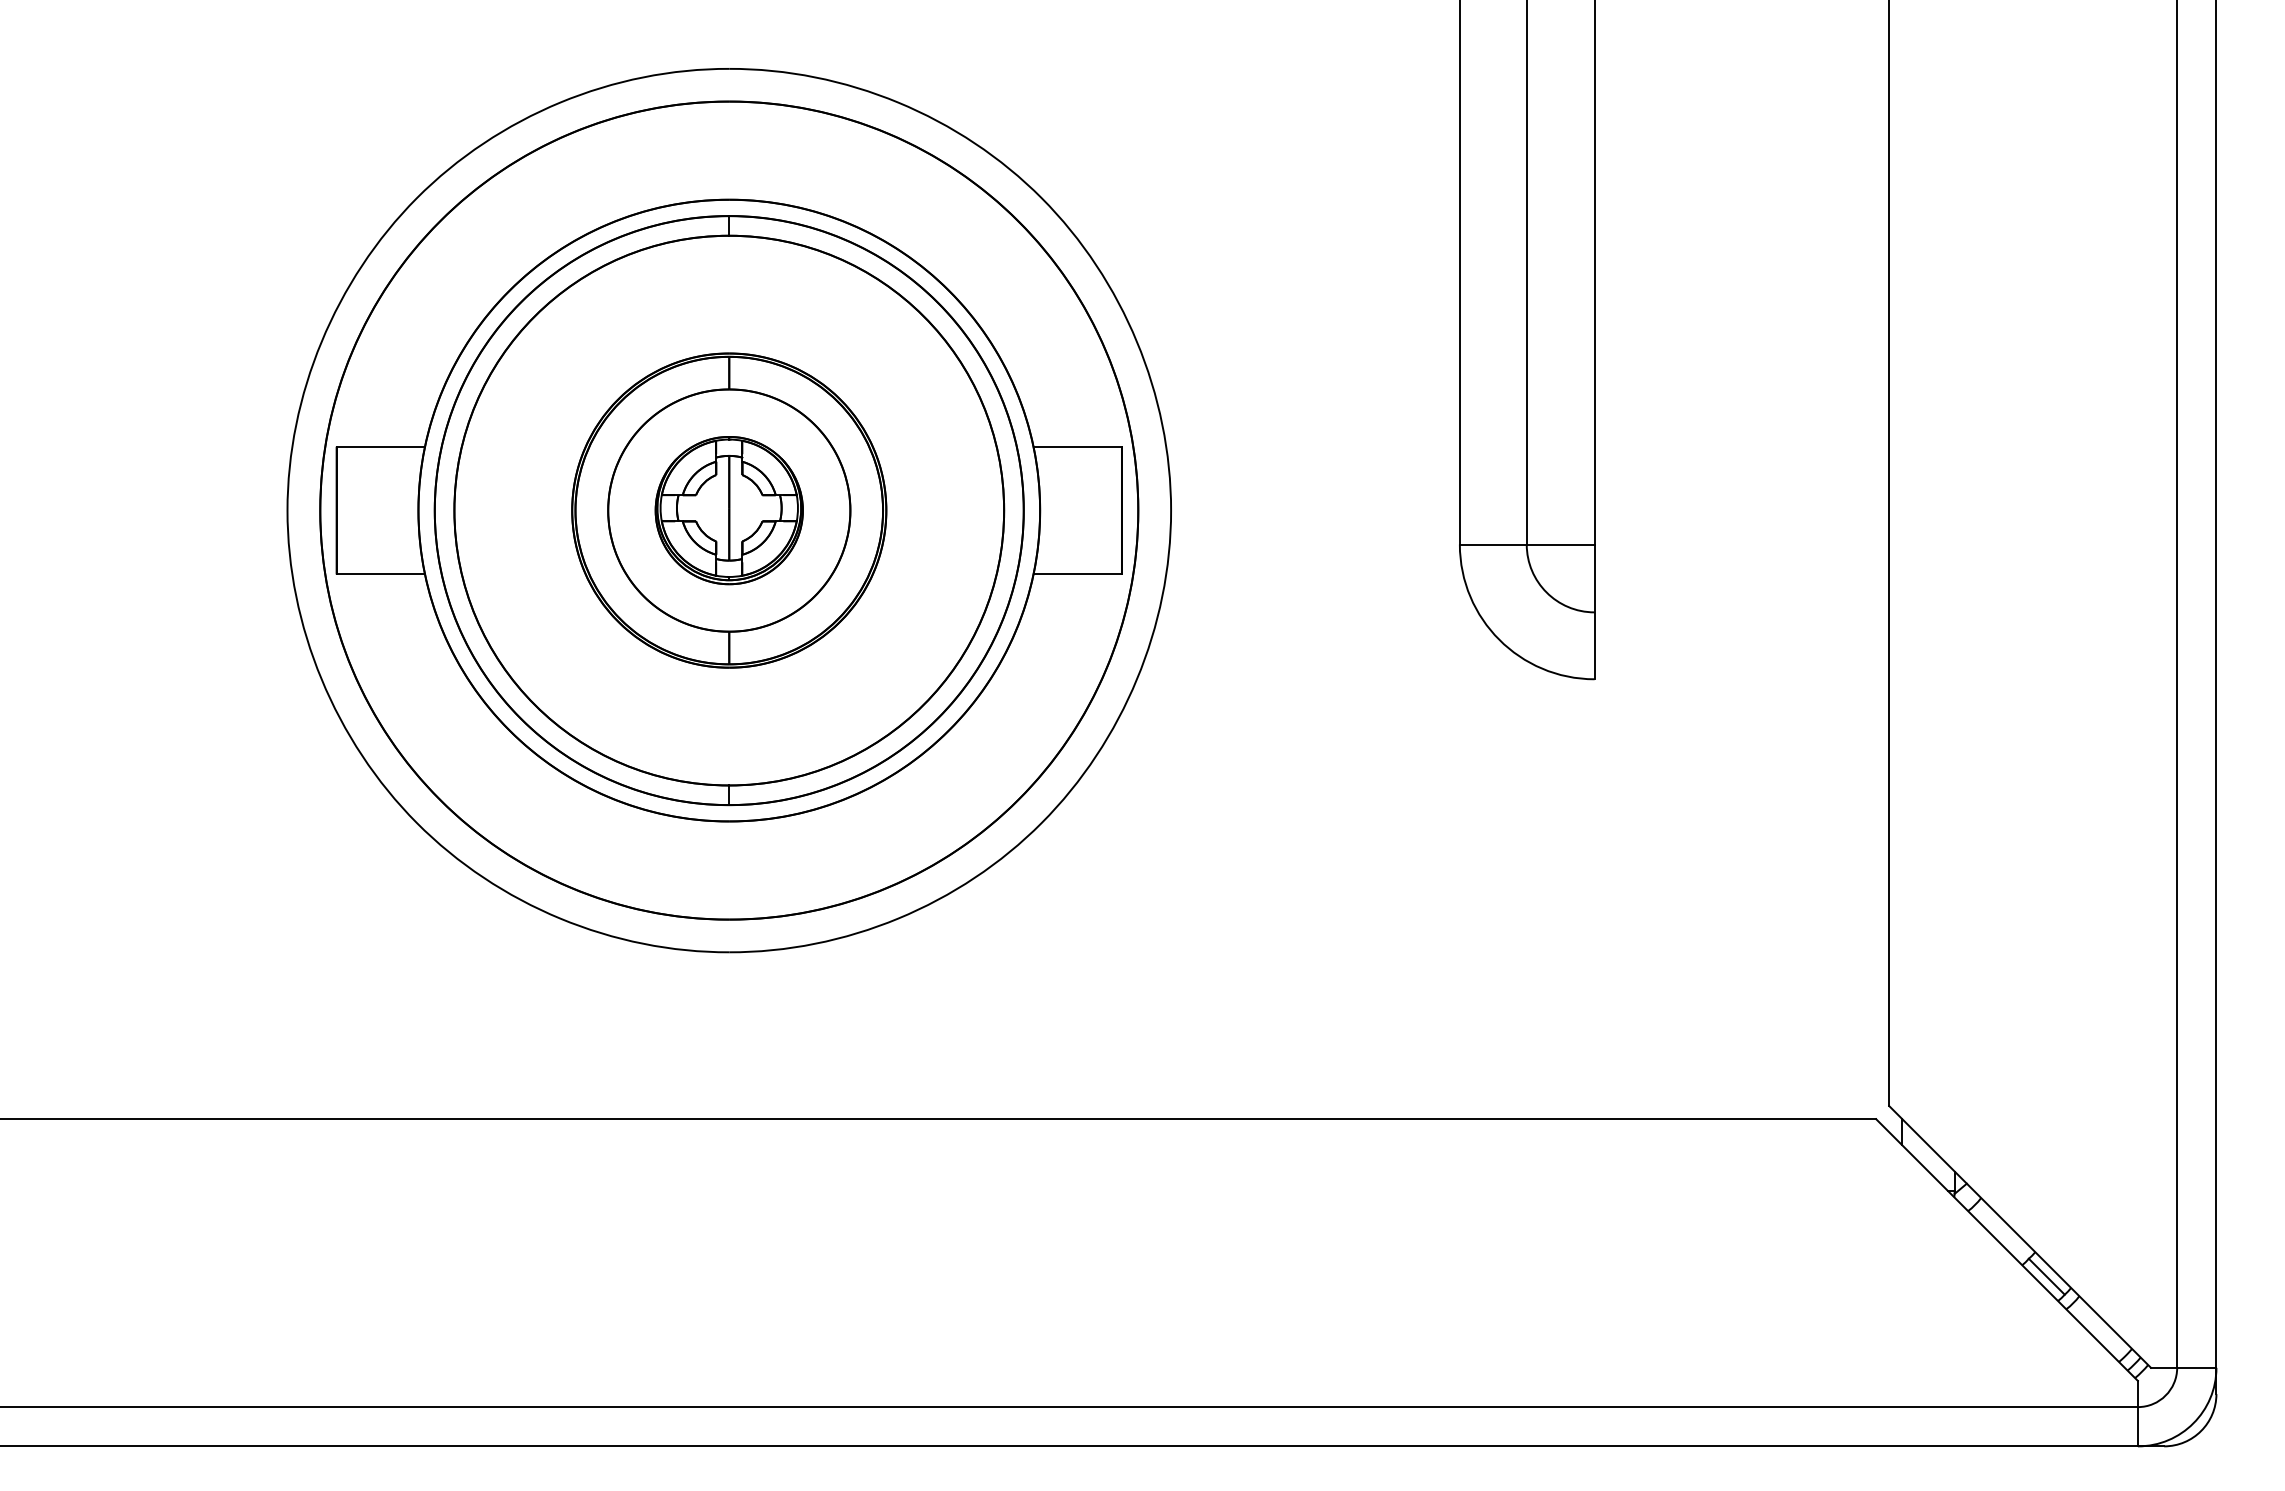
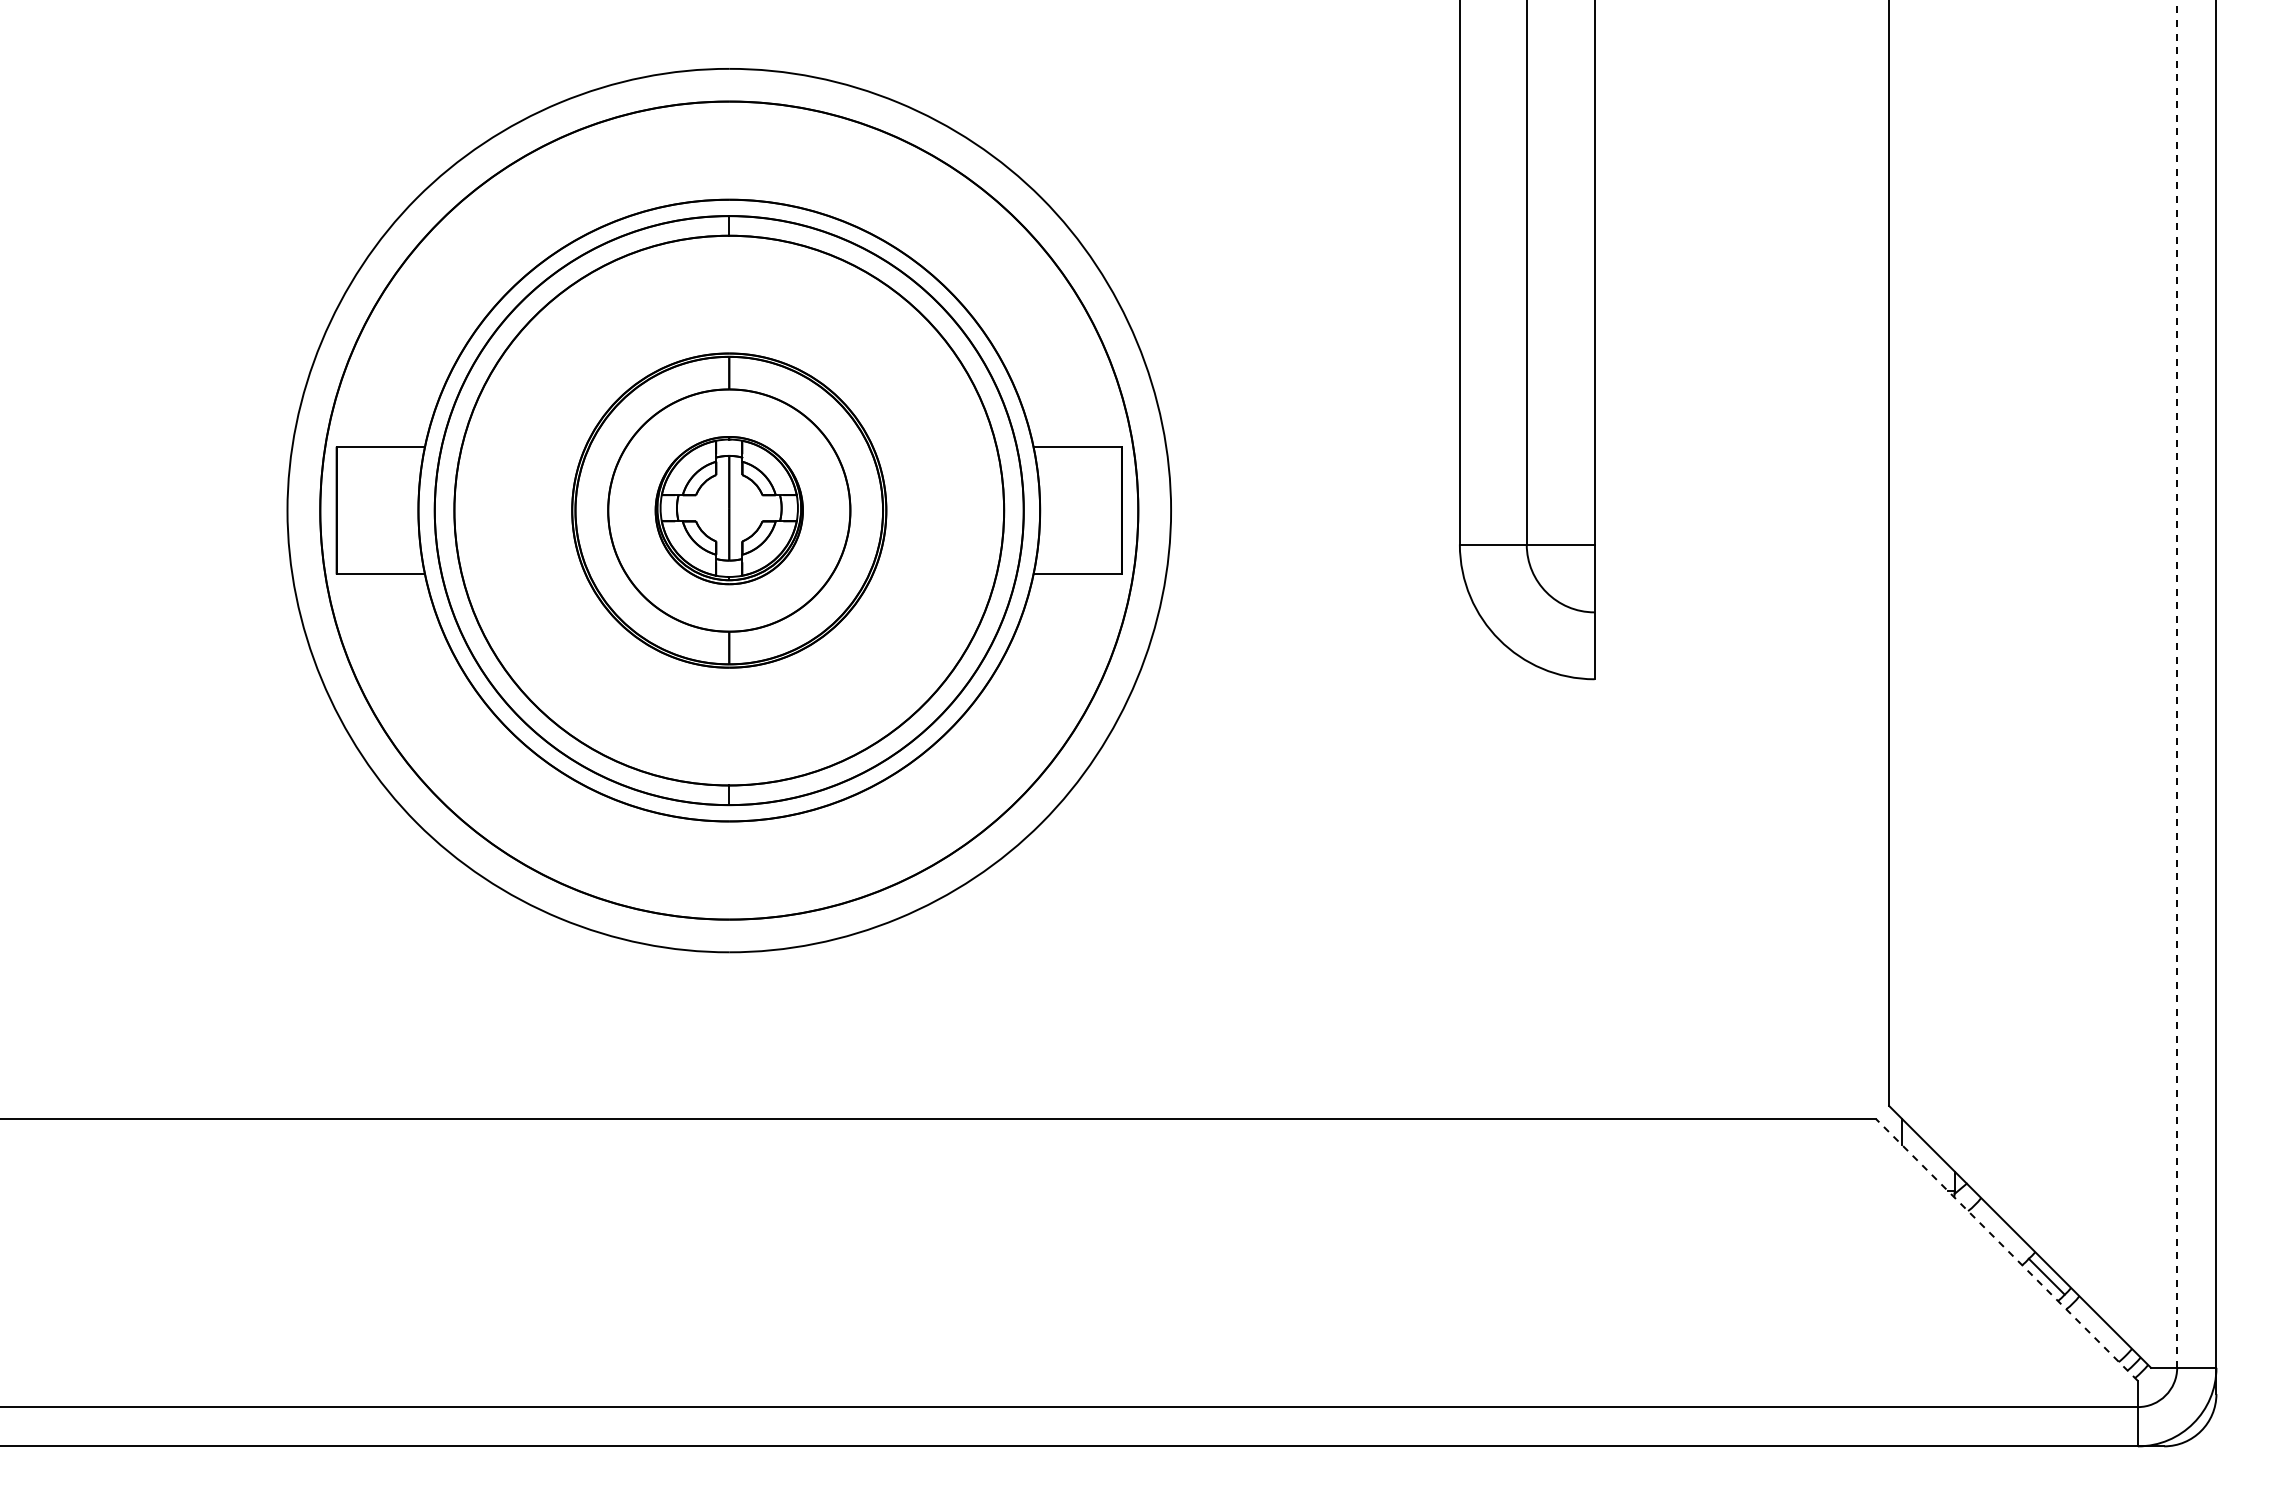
line at (2177, 684): solid -> dashed
line at (2006, 1249): solid -> dashed
